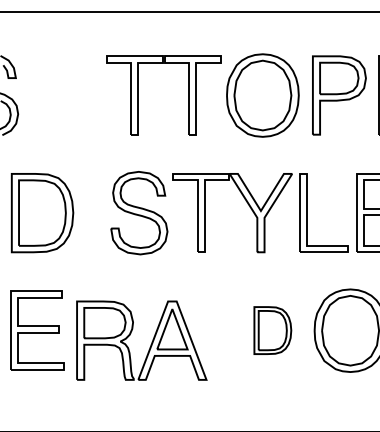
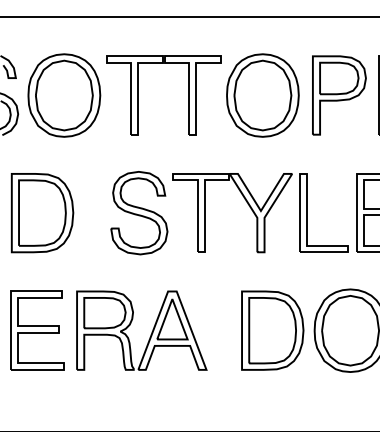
line at (189, 11) position: (189, 11) -> (189, 16)
part at (64, 95): none -> present
part at (272, 330) size: 40x49 px -> 64x81 px
part at (150, 344) position: (150, 344) -> (150, 334)
